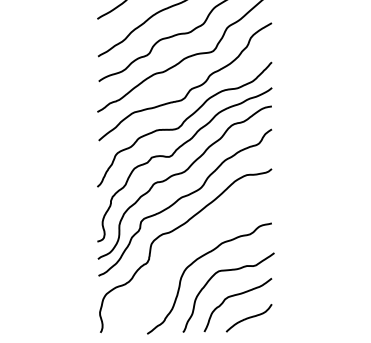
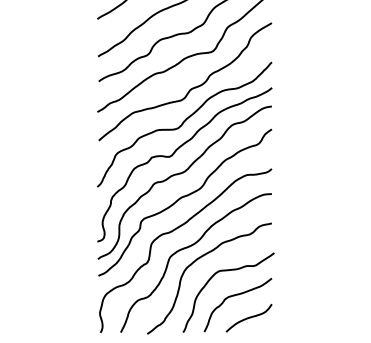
curve at (187, 248): none -> present
